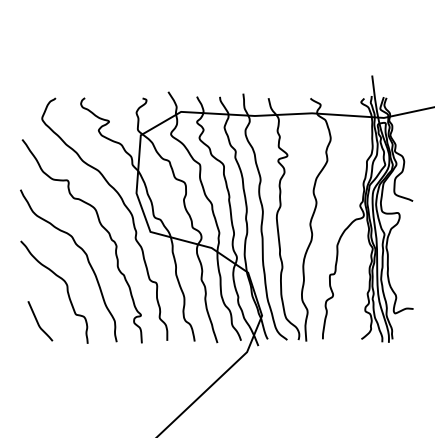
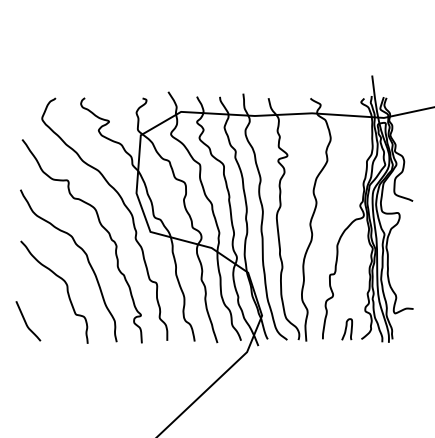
curve at (38, 321) position: (38, 321) -> (26, 321)
curve at (346, 329): none -> present
